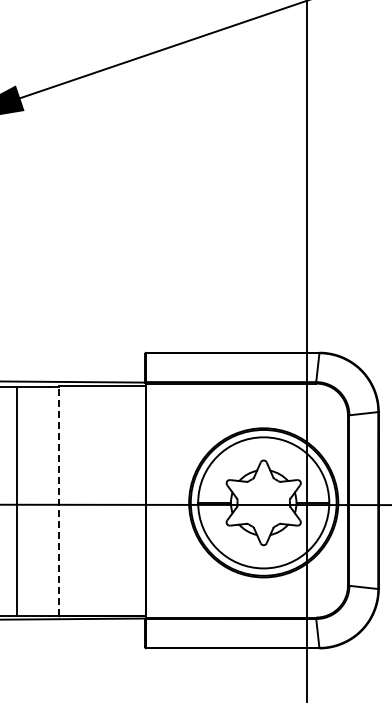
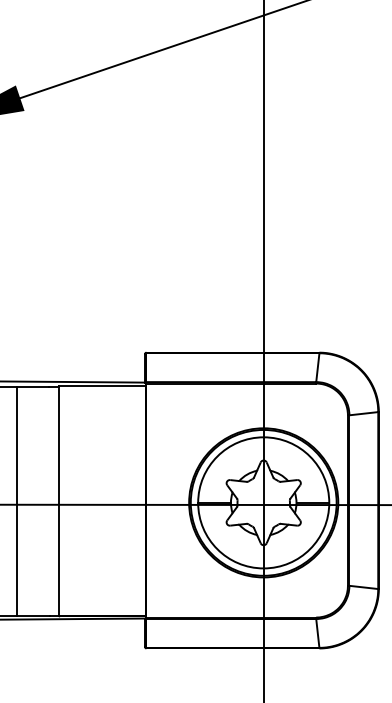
line at (306, 350) position: (306, 350) -> (263, 350)
line at (58, 500): dashed -> solid
